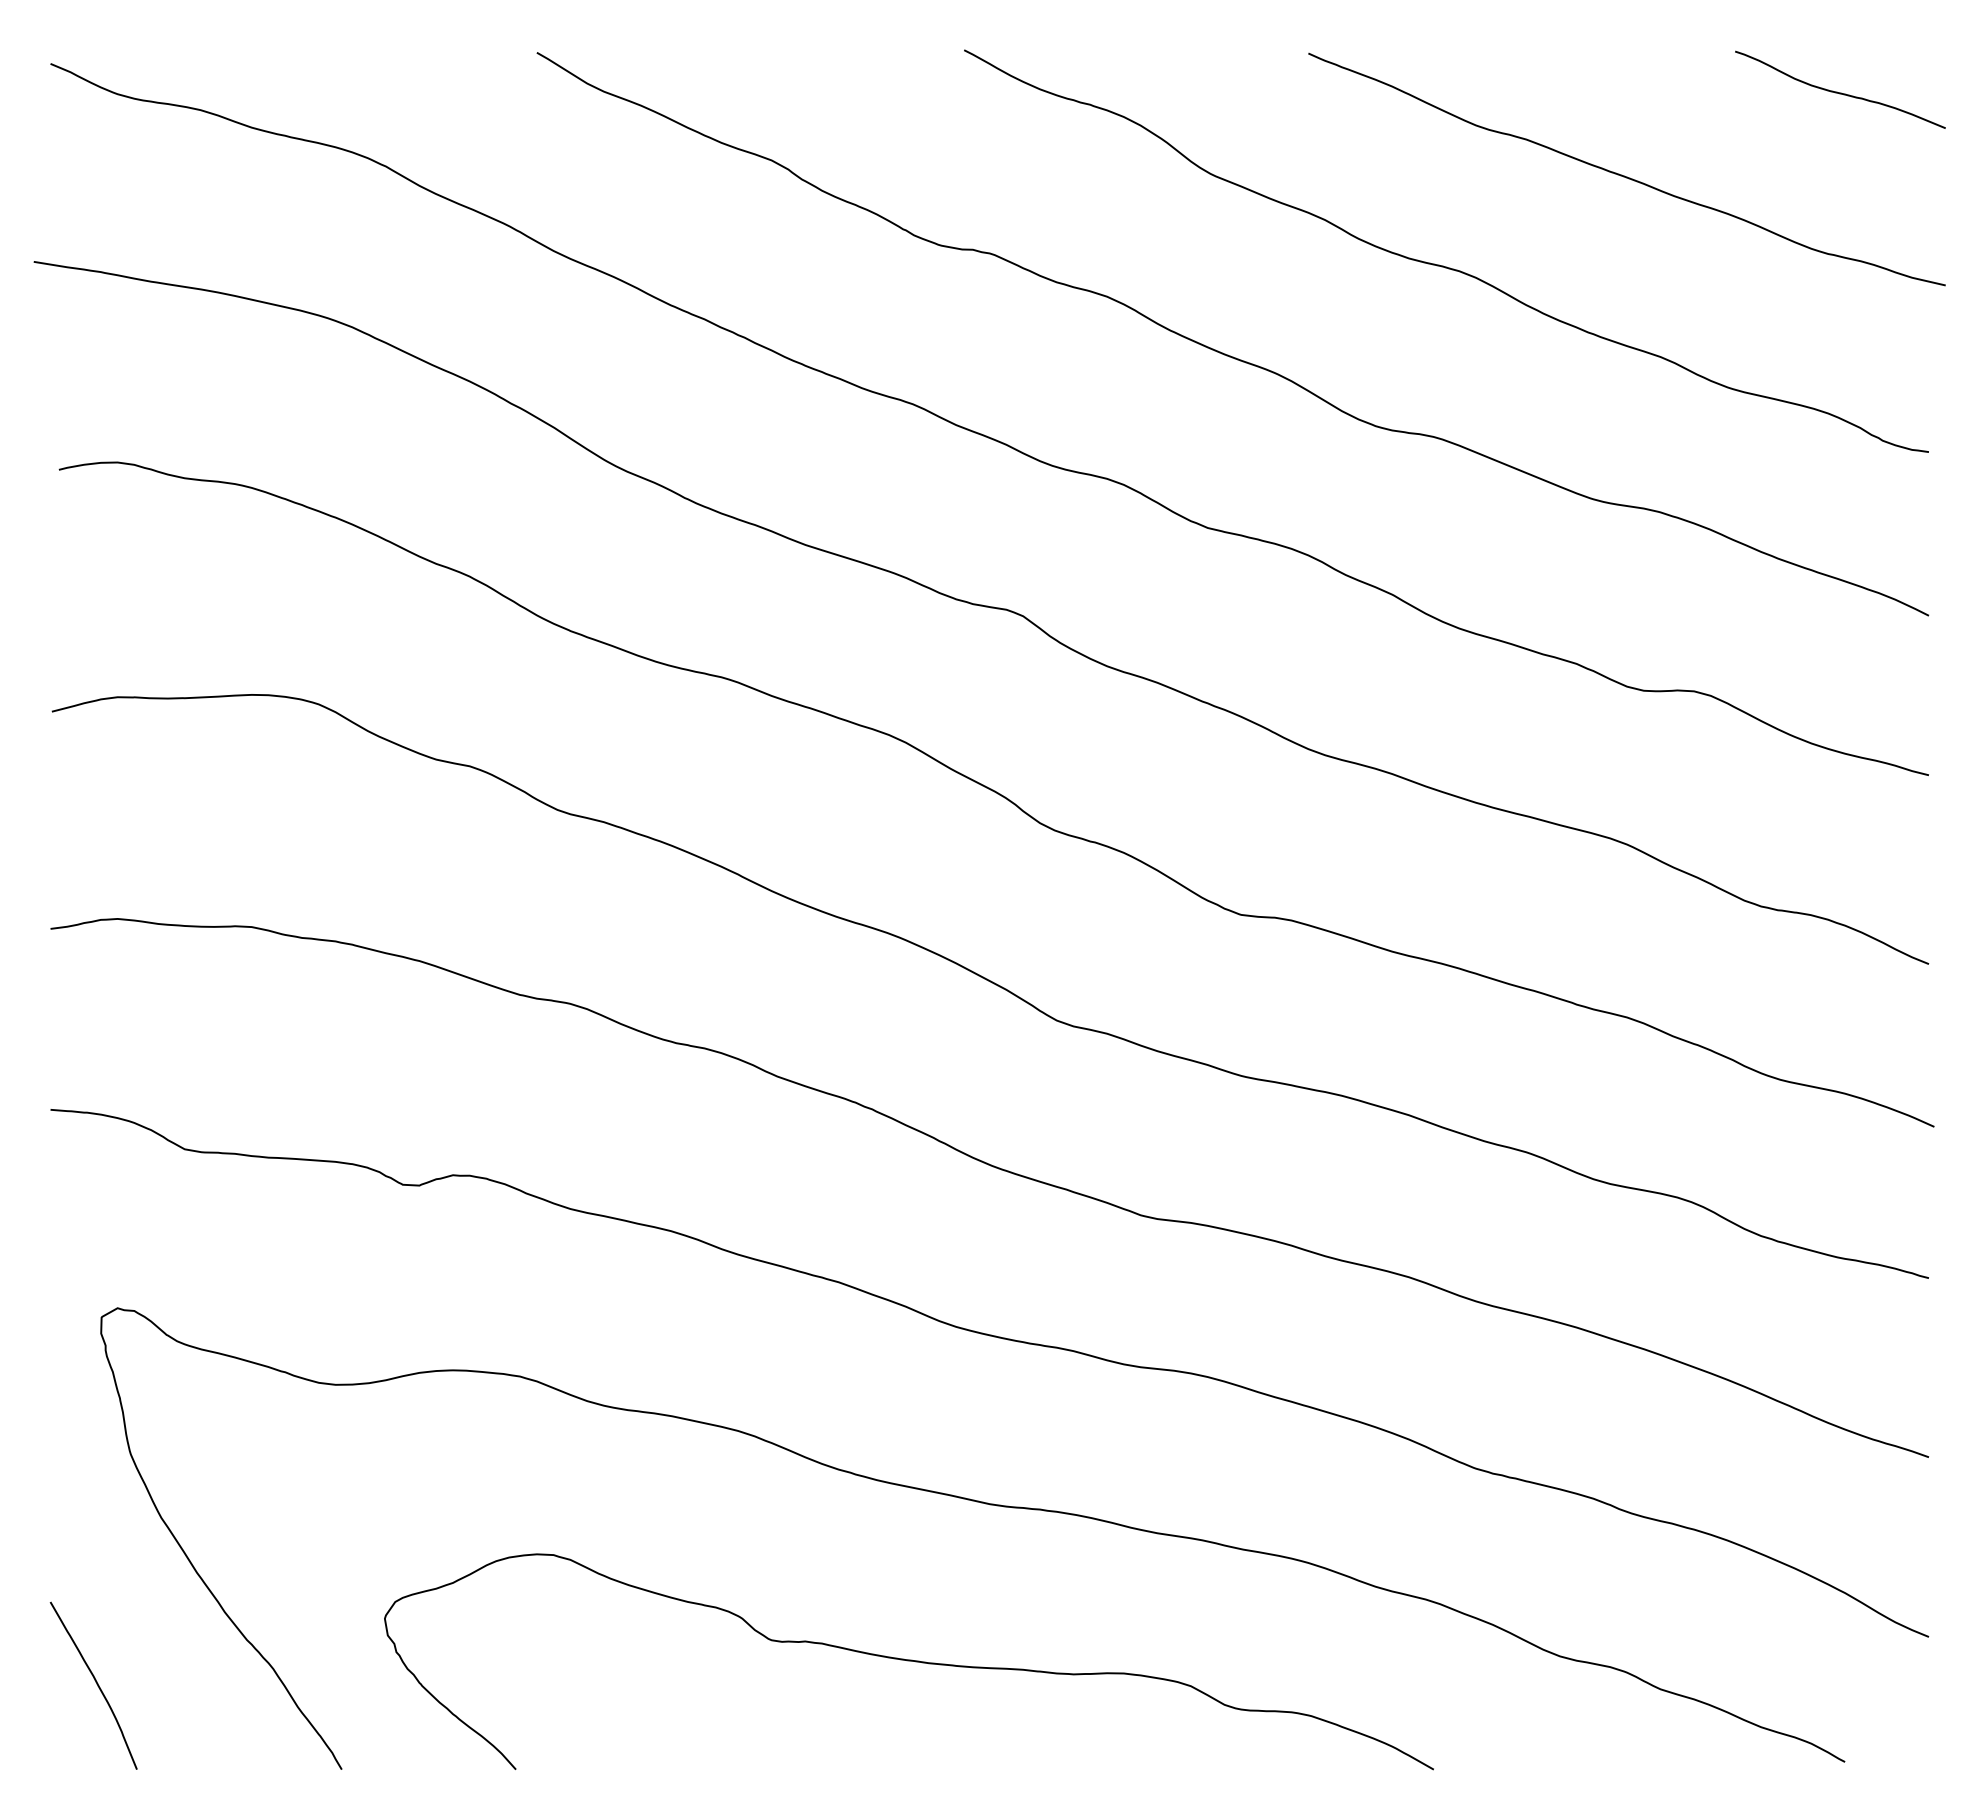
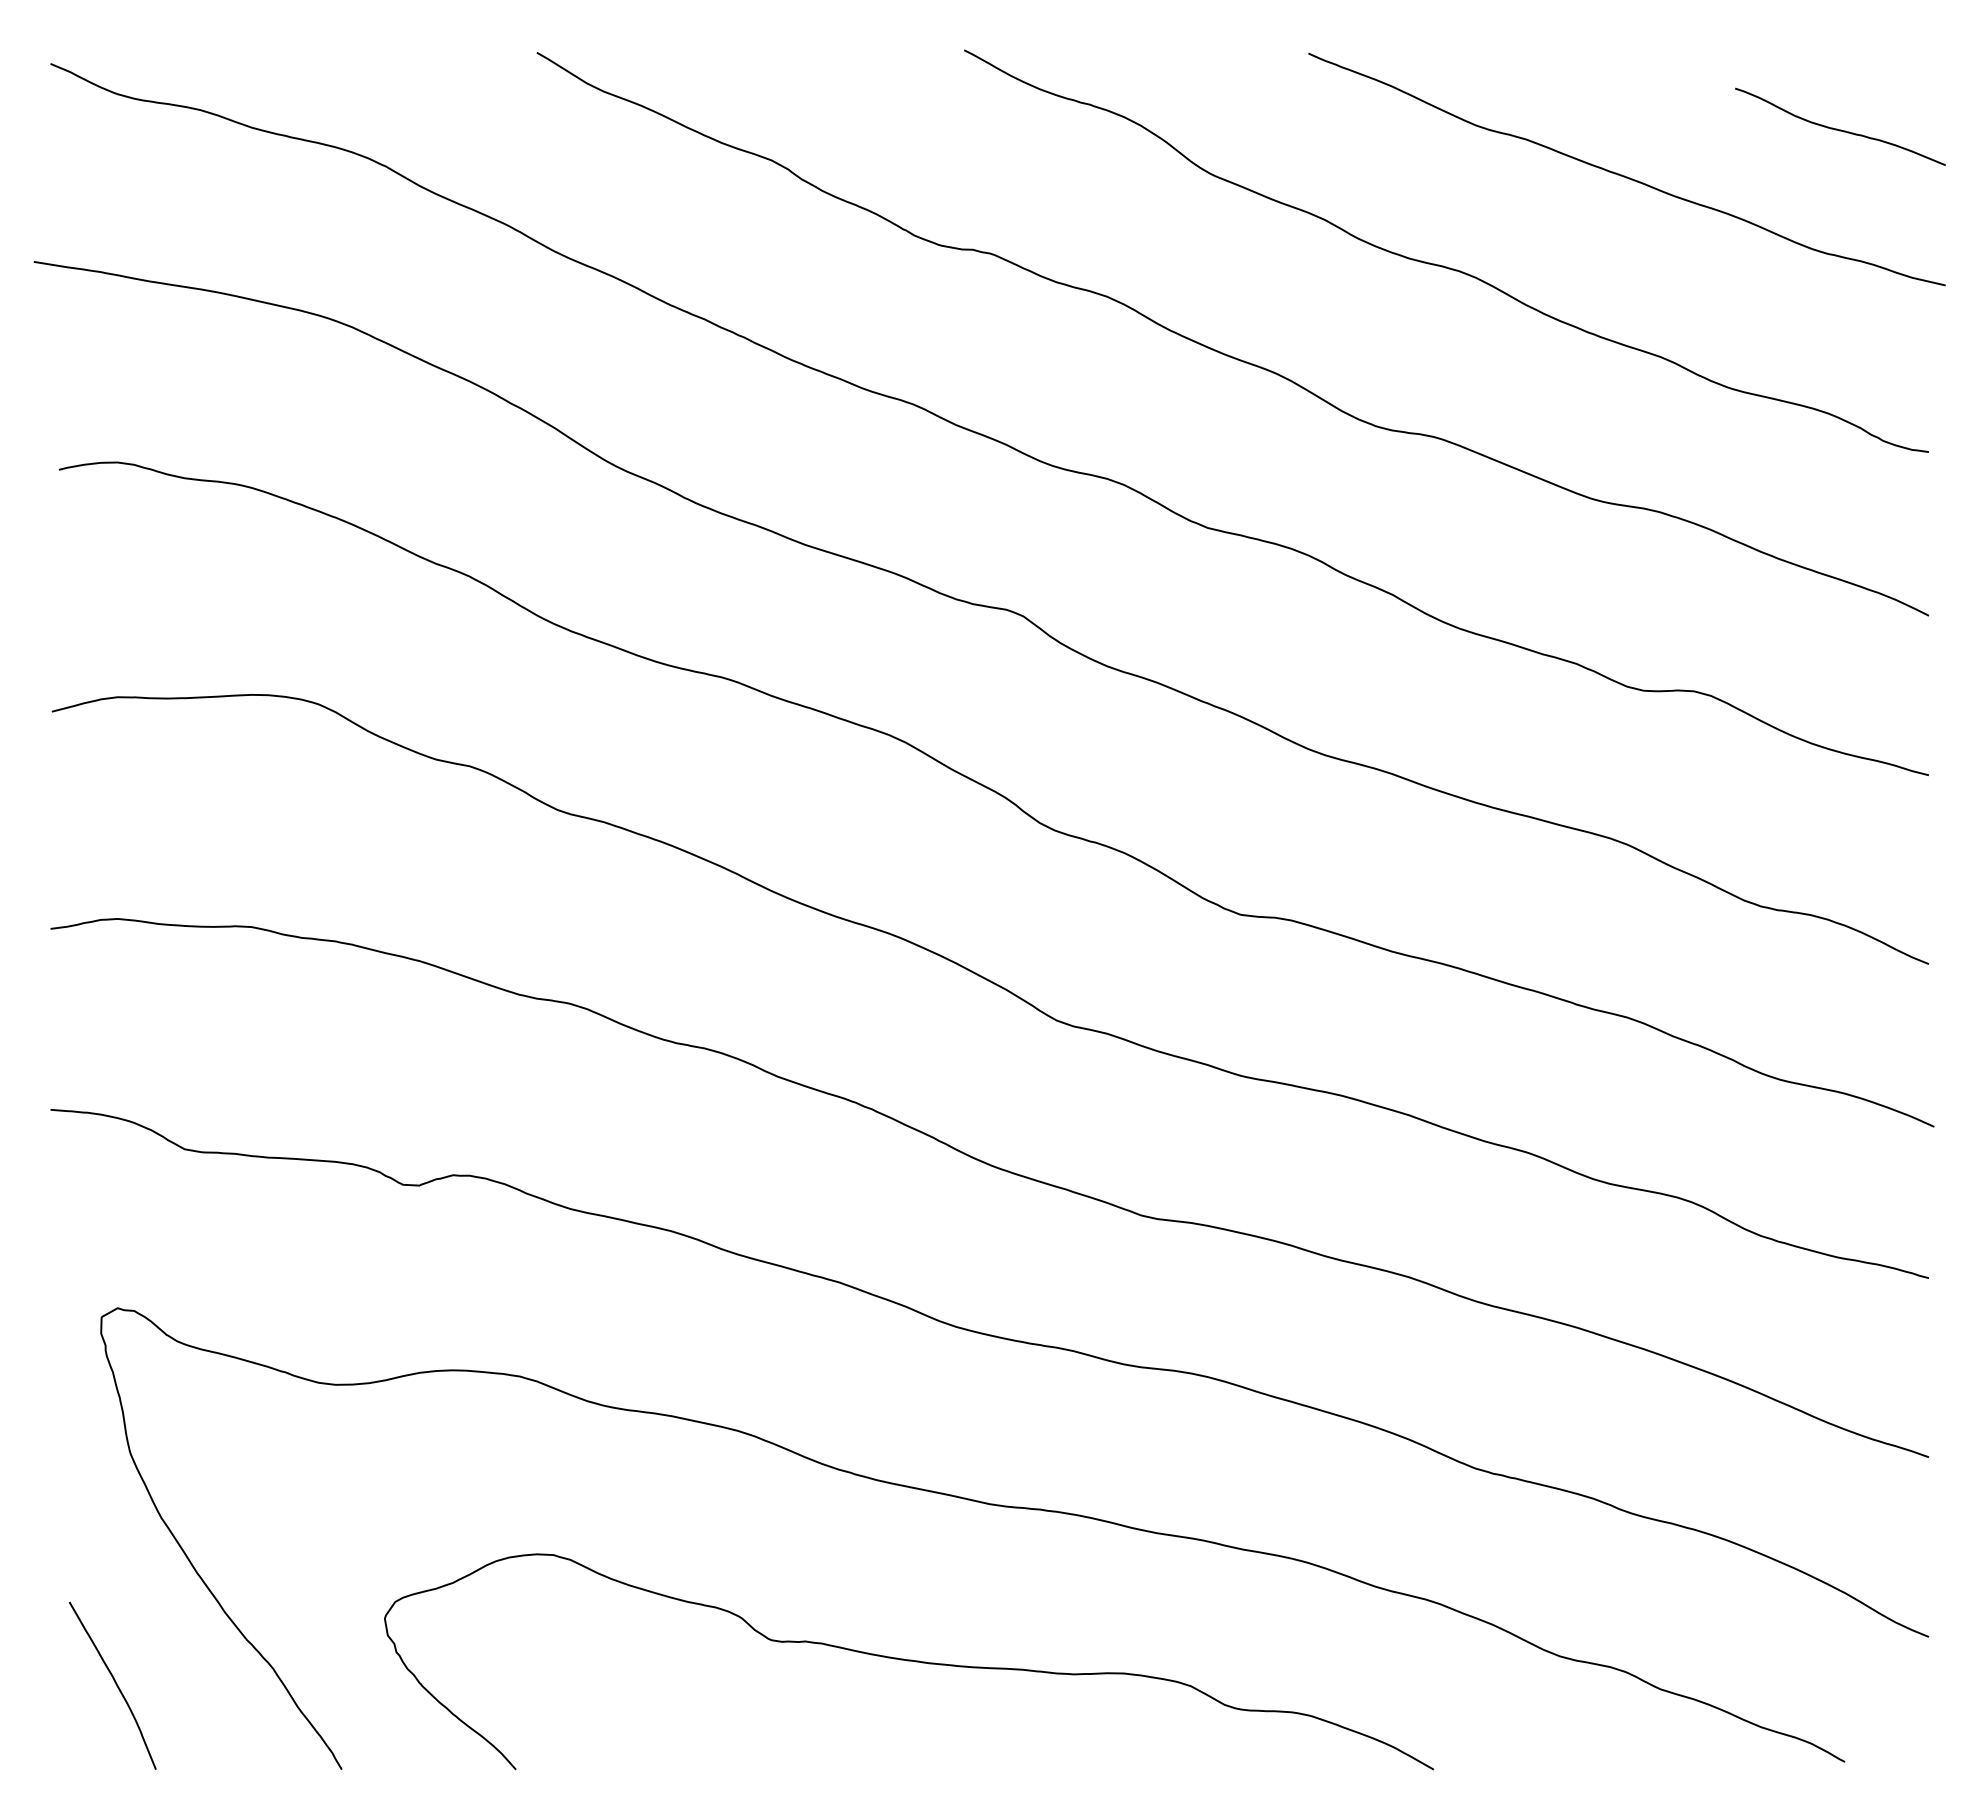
curve at (1840, 92) position: (1840, 92) -> (1840, 129)
curve at (96, 1684) position: (96, 1684) -> (115, 1684)
